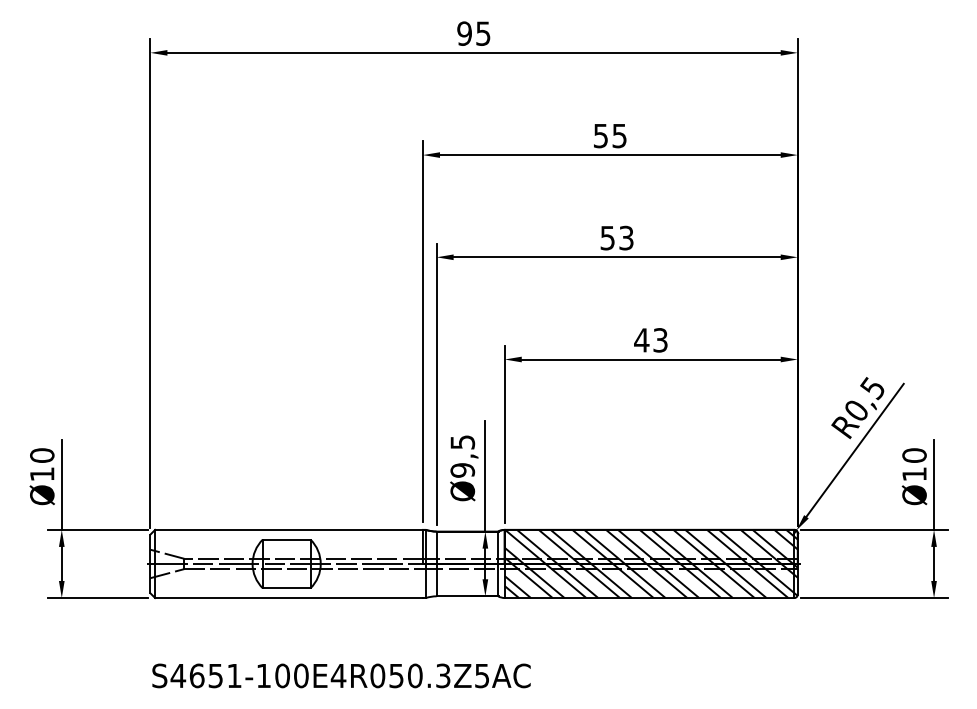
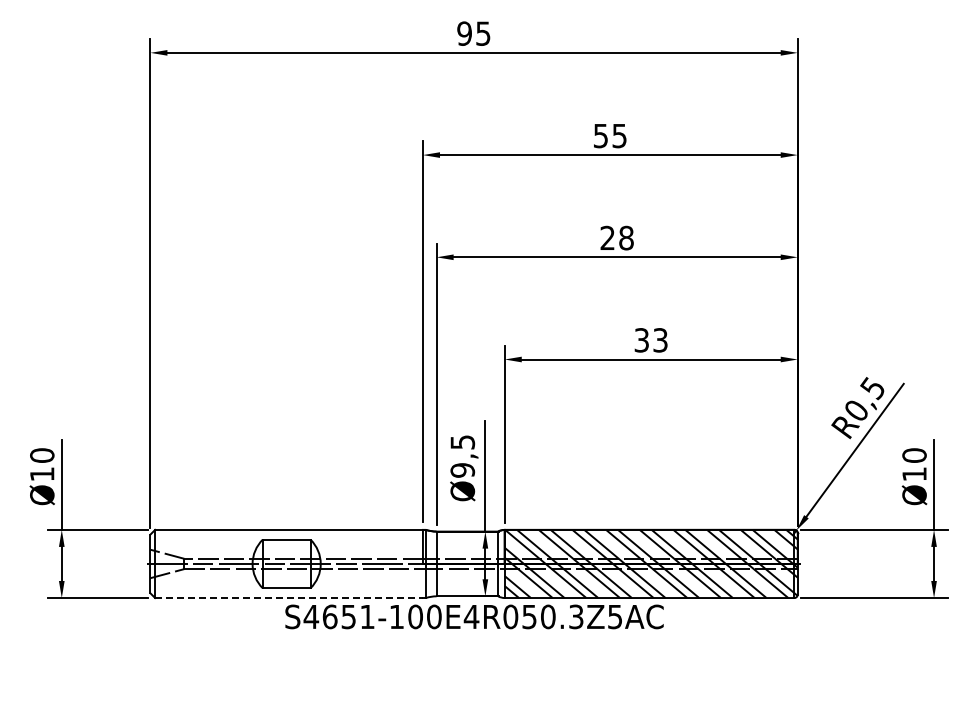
text at (616, 237): 53 -> 28
text at (641, 340): 43 -> 33
line at (289, 598): solid -> dashed
text at (341, 675) position: (341, 675) -> (474, 616)
